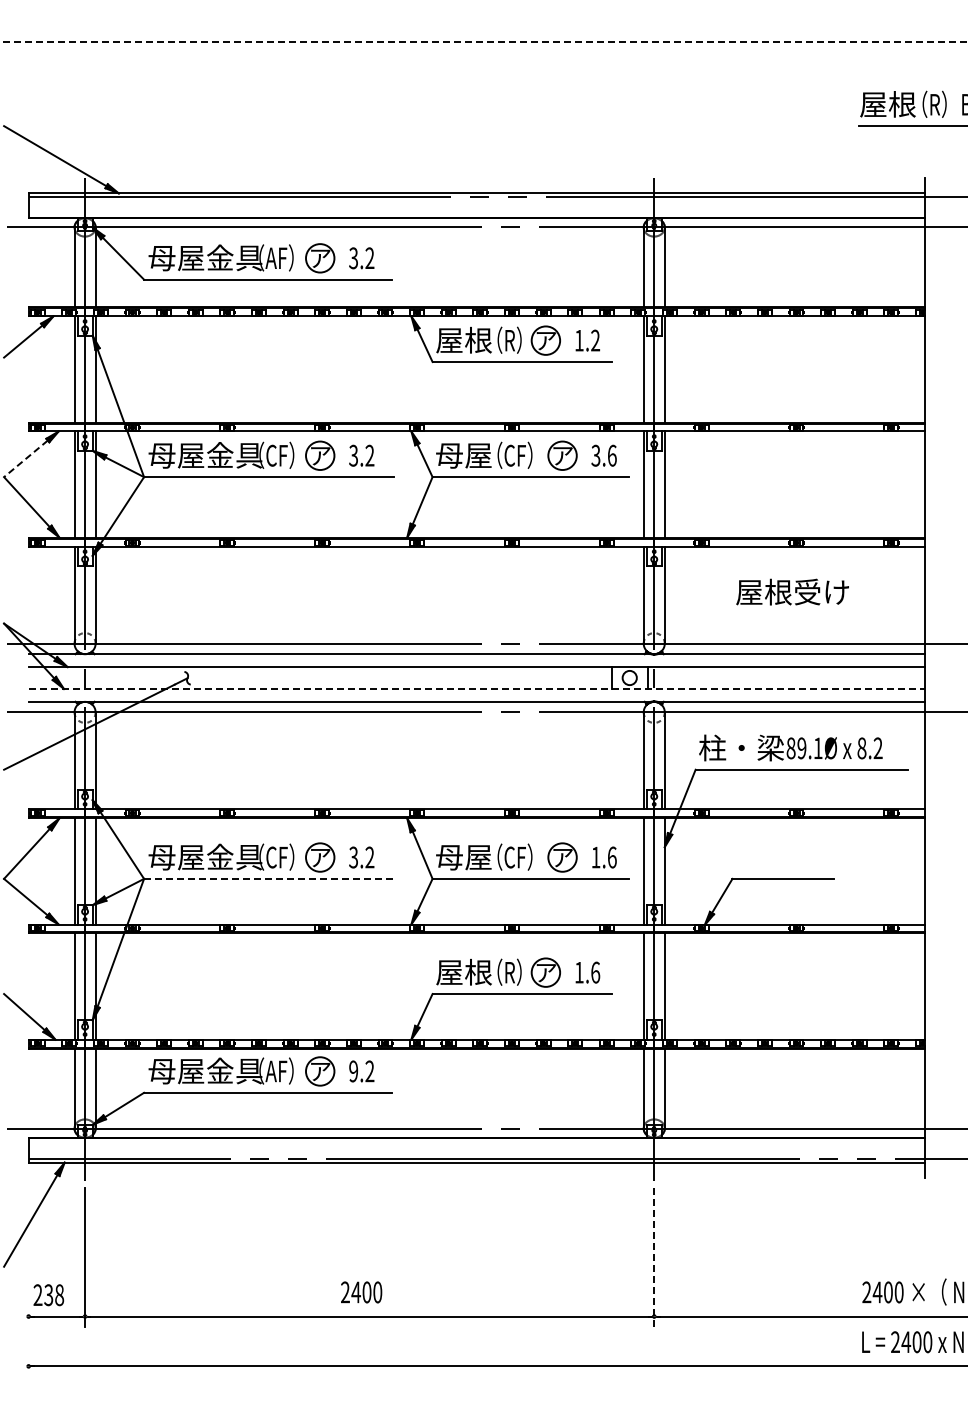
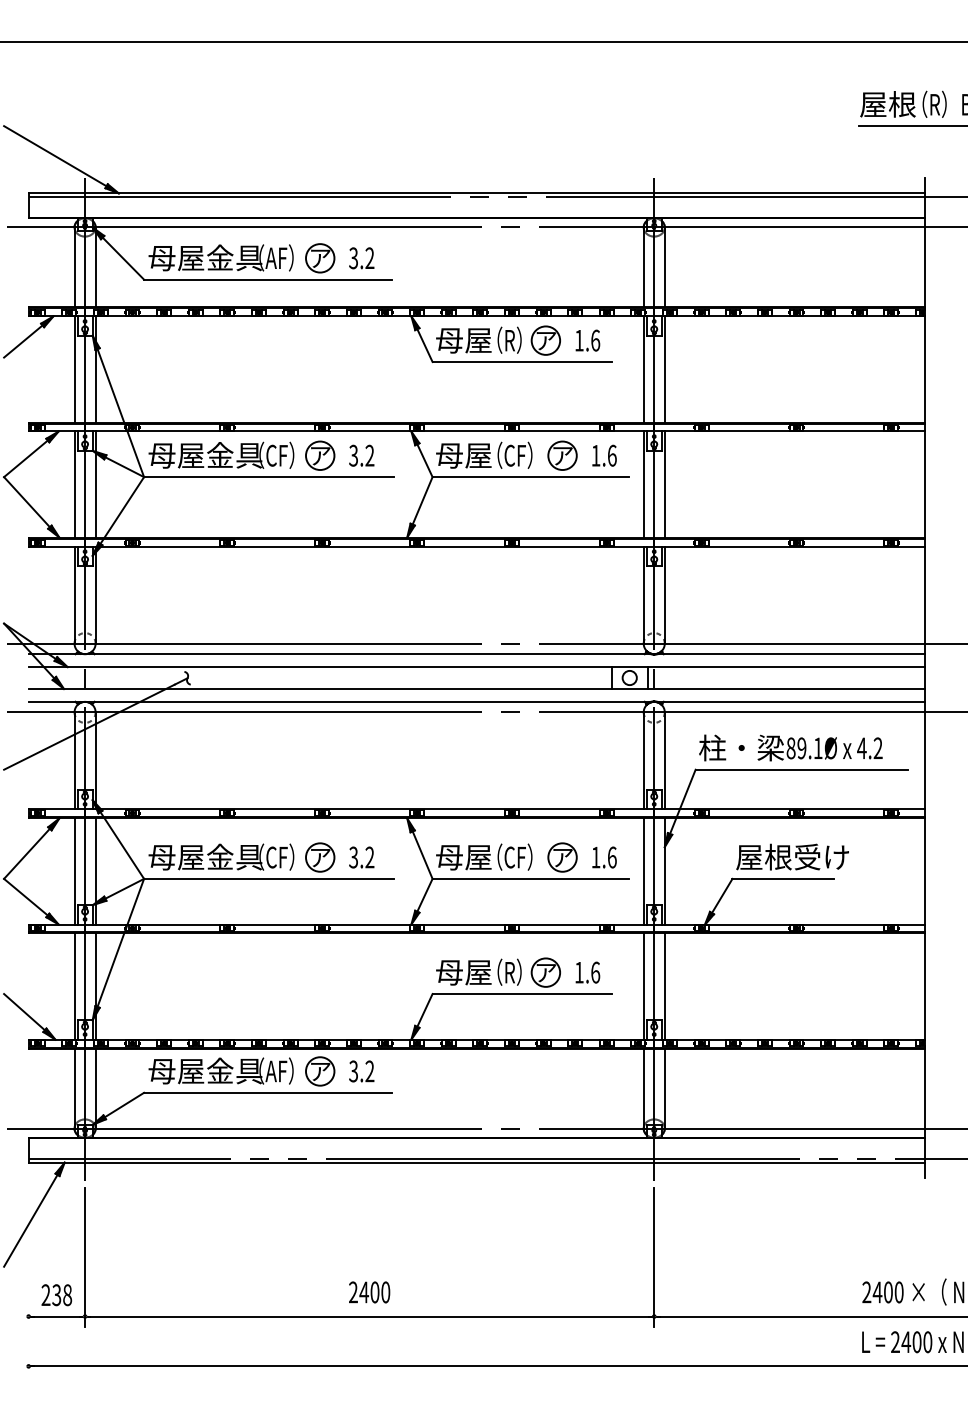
line at (484, 42): dashed -> solid
text at (463, 339): 屋根 -> 母屋
text at (595, 340): 1.2 -> 1.6
text at (595, 455): 3.6 -> 1.6
line at (25, 458): dashed -> solid
text at (792, 591) position: (792, 591) -> (792, 856)
line at (476, 688): dashed -> solid
text at (861, 748): 8.2 -> 4.2
line at (269, 878): dashed -> solid
text at (463, 971): 屋根 -> 母屋
text at (353, 1071): 9.2 -> 3.2
line at (654, 1257): dashed -> solid
text at (361, 1292) position: (361, 1292) -> (369, 1292)
text at (48, 1295) position: (48, 1295) -> (56, 1295)
